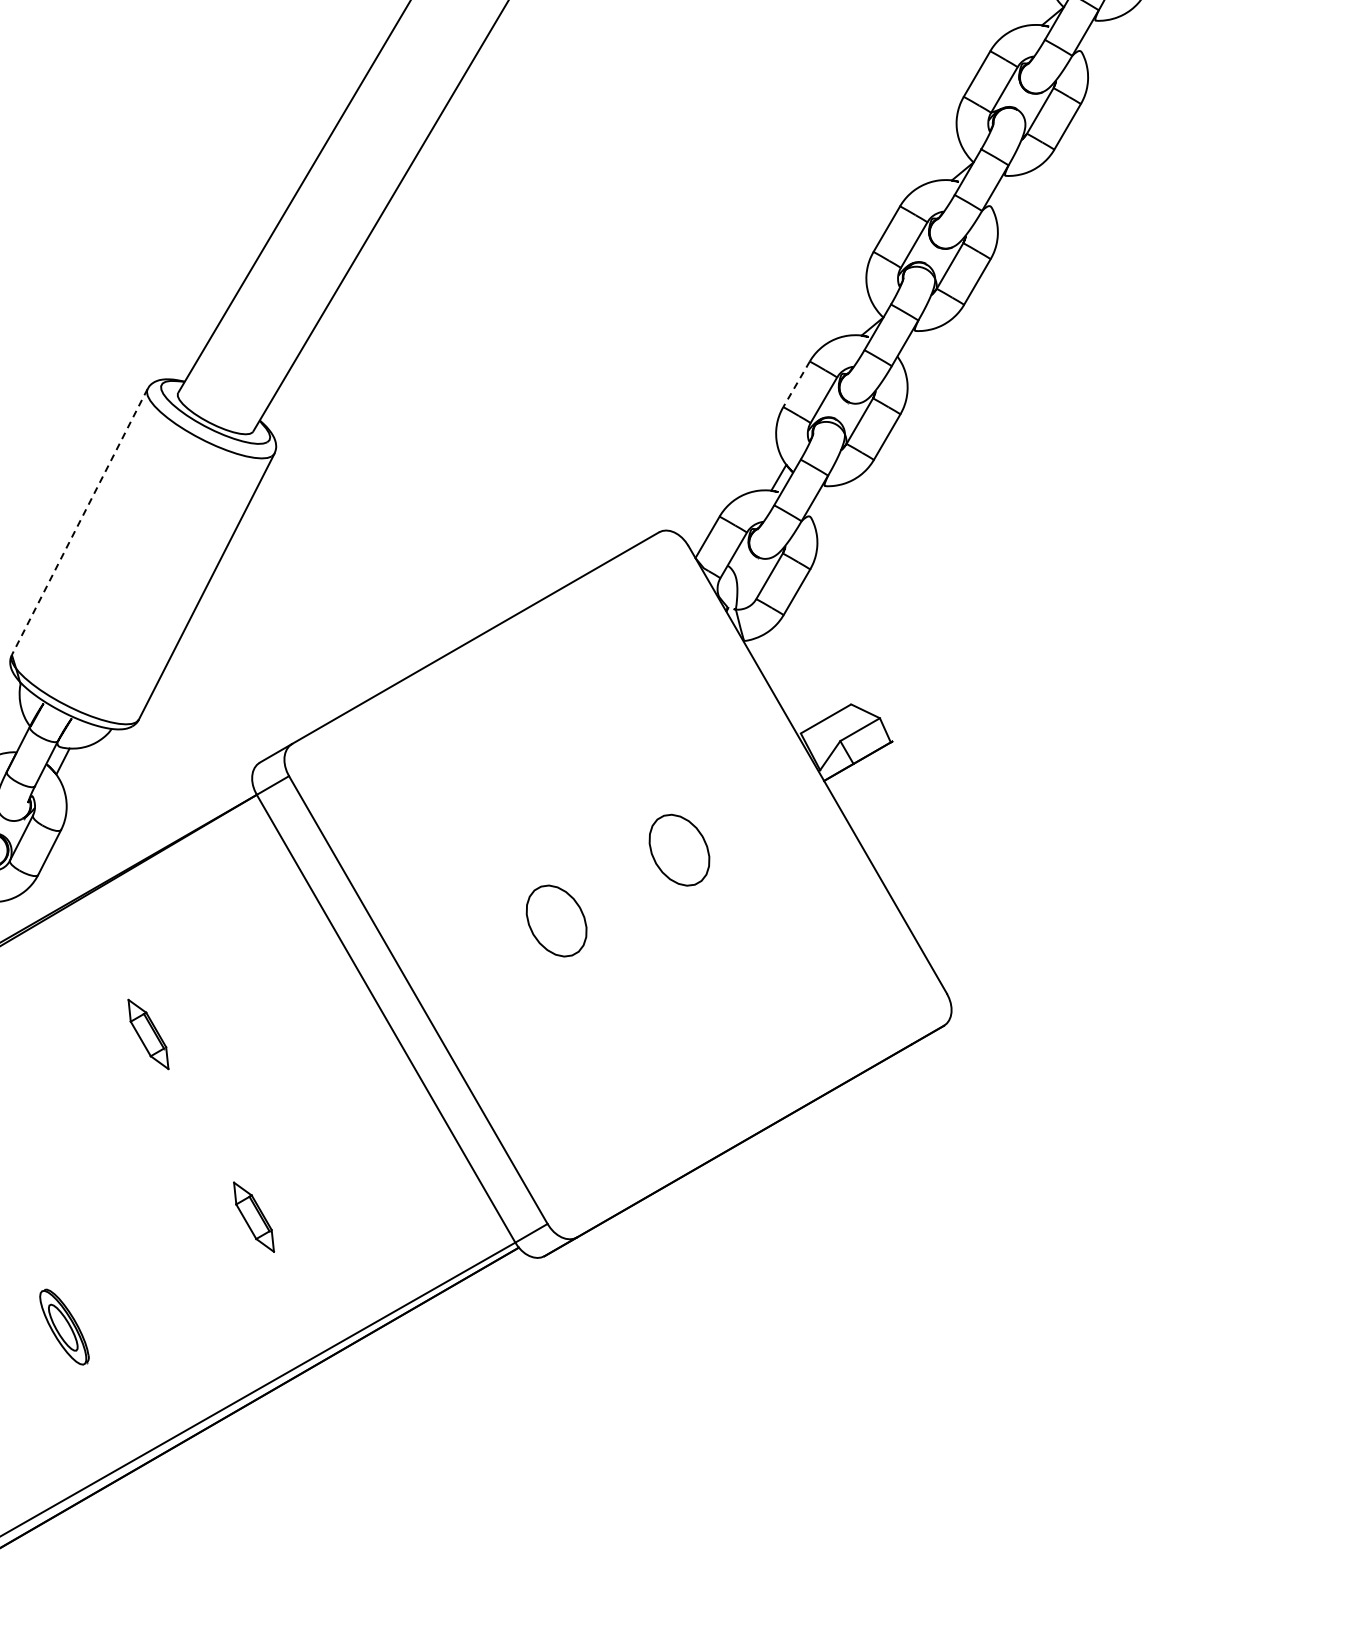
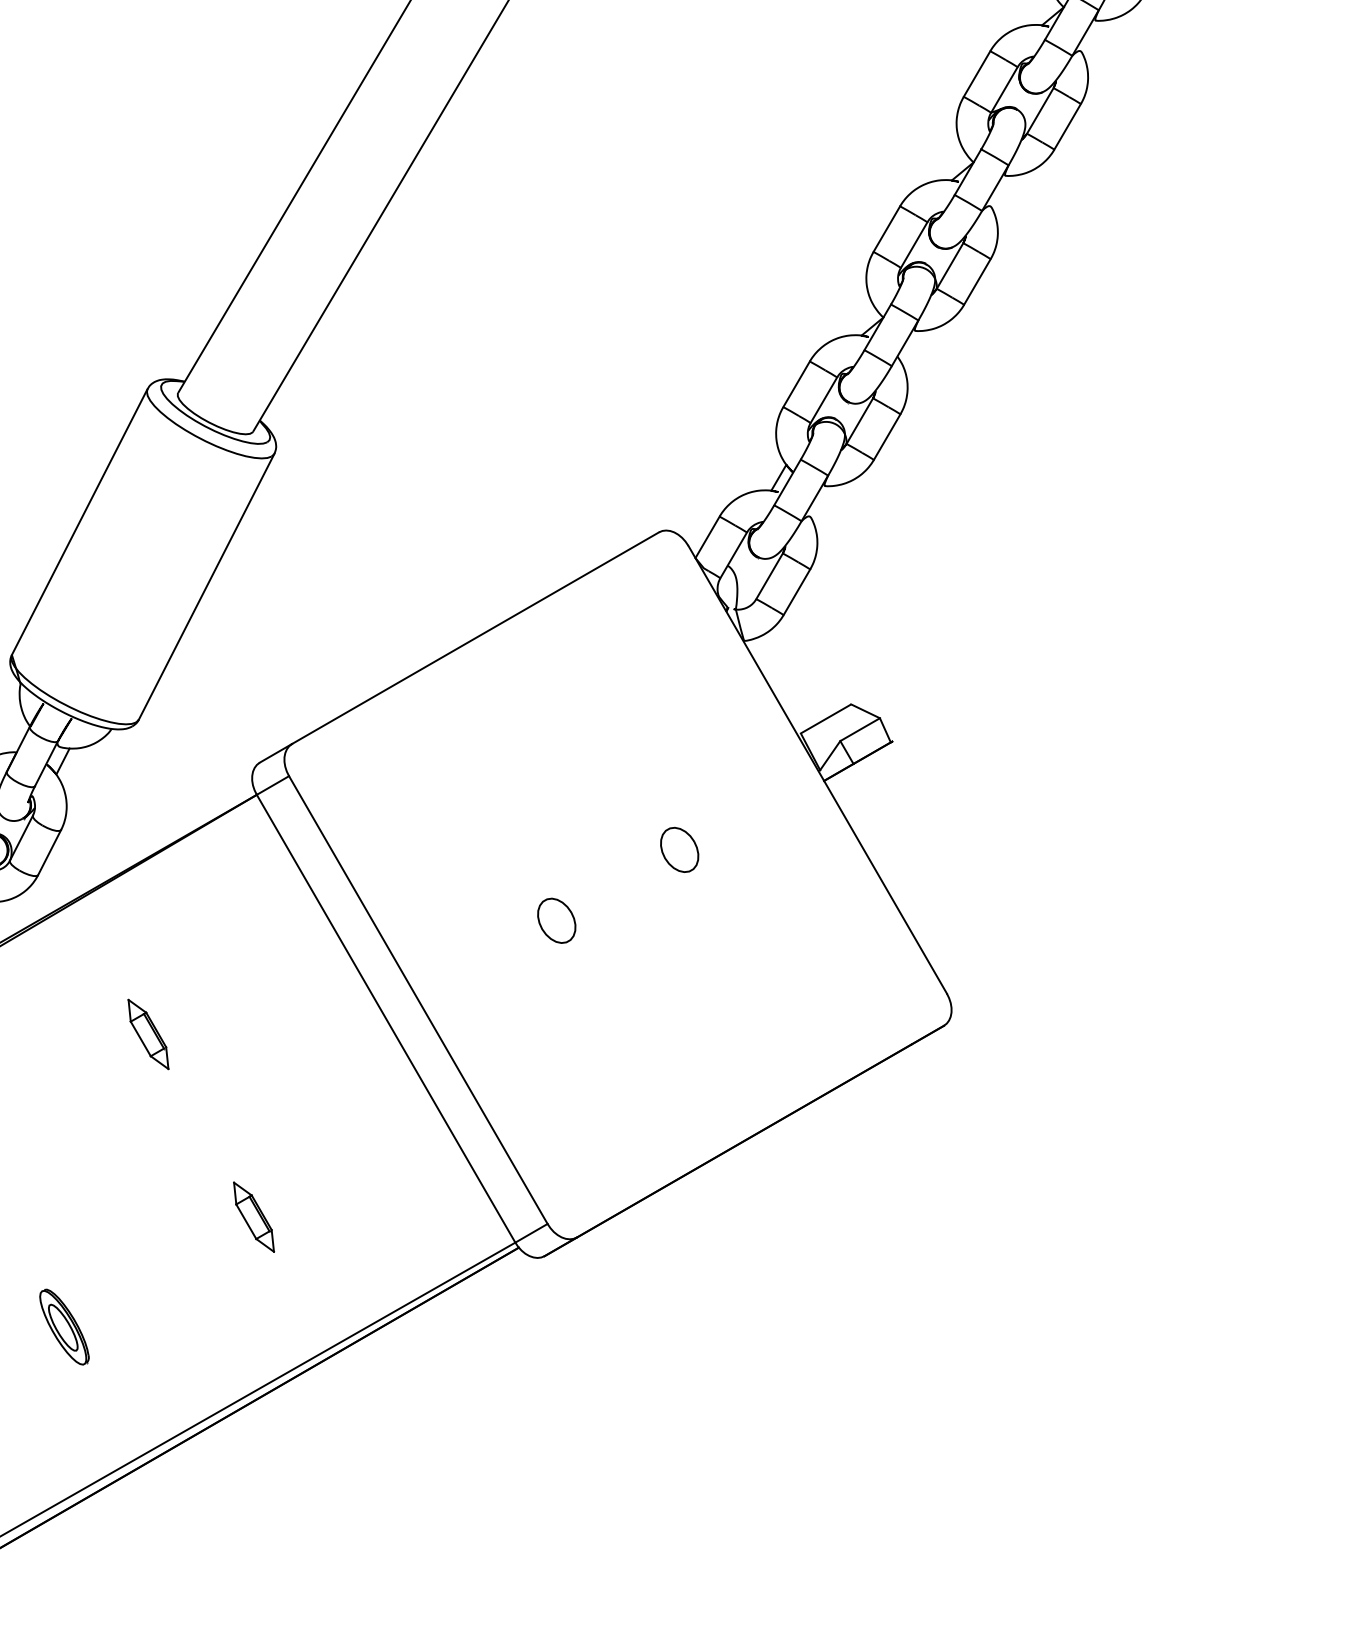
line at (796, 384): dashed -> solid
line at (79, 522): dashed -> solid
part at (679, 849) size: 63x74 px -> 40x47 px
part at (556, 920) size: 63x74 px -> 40x47 px
